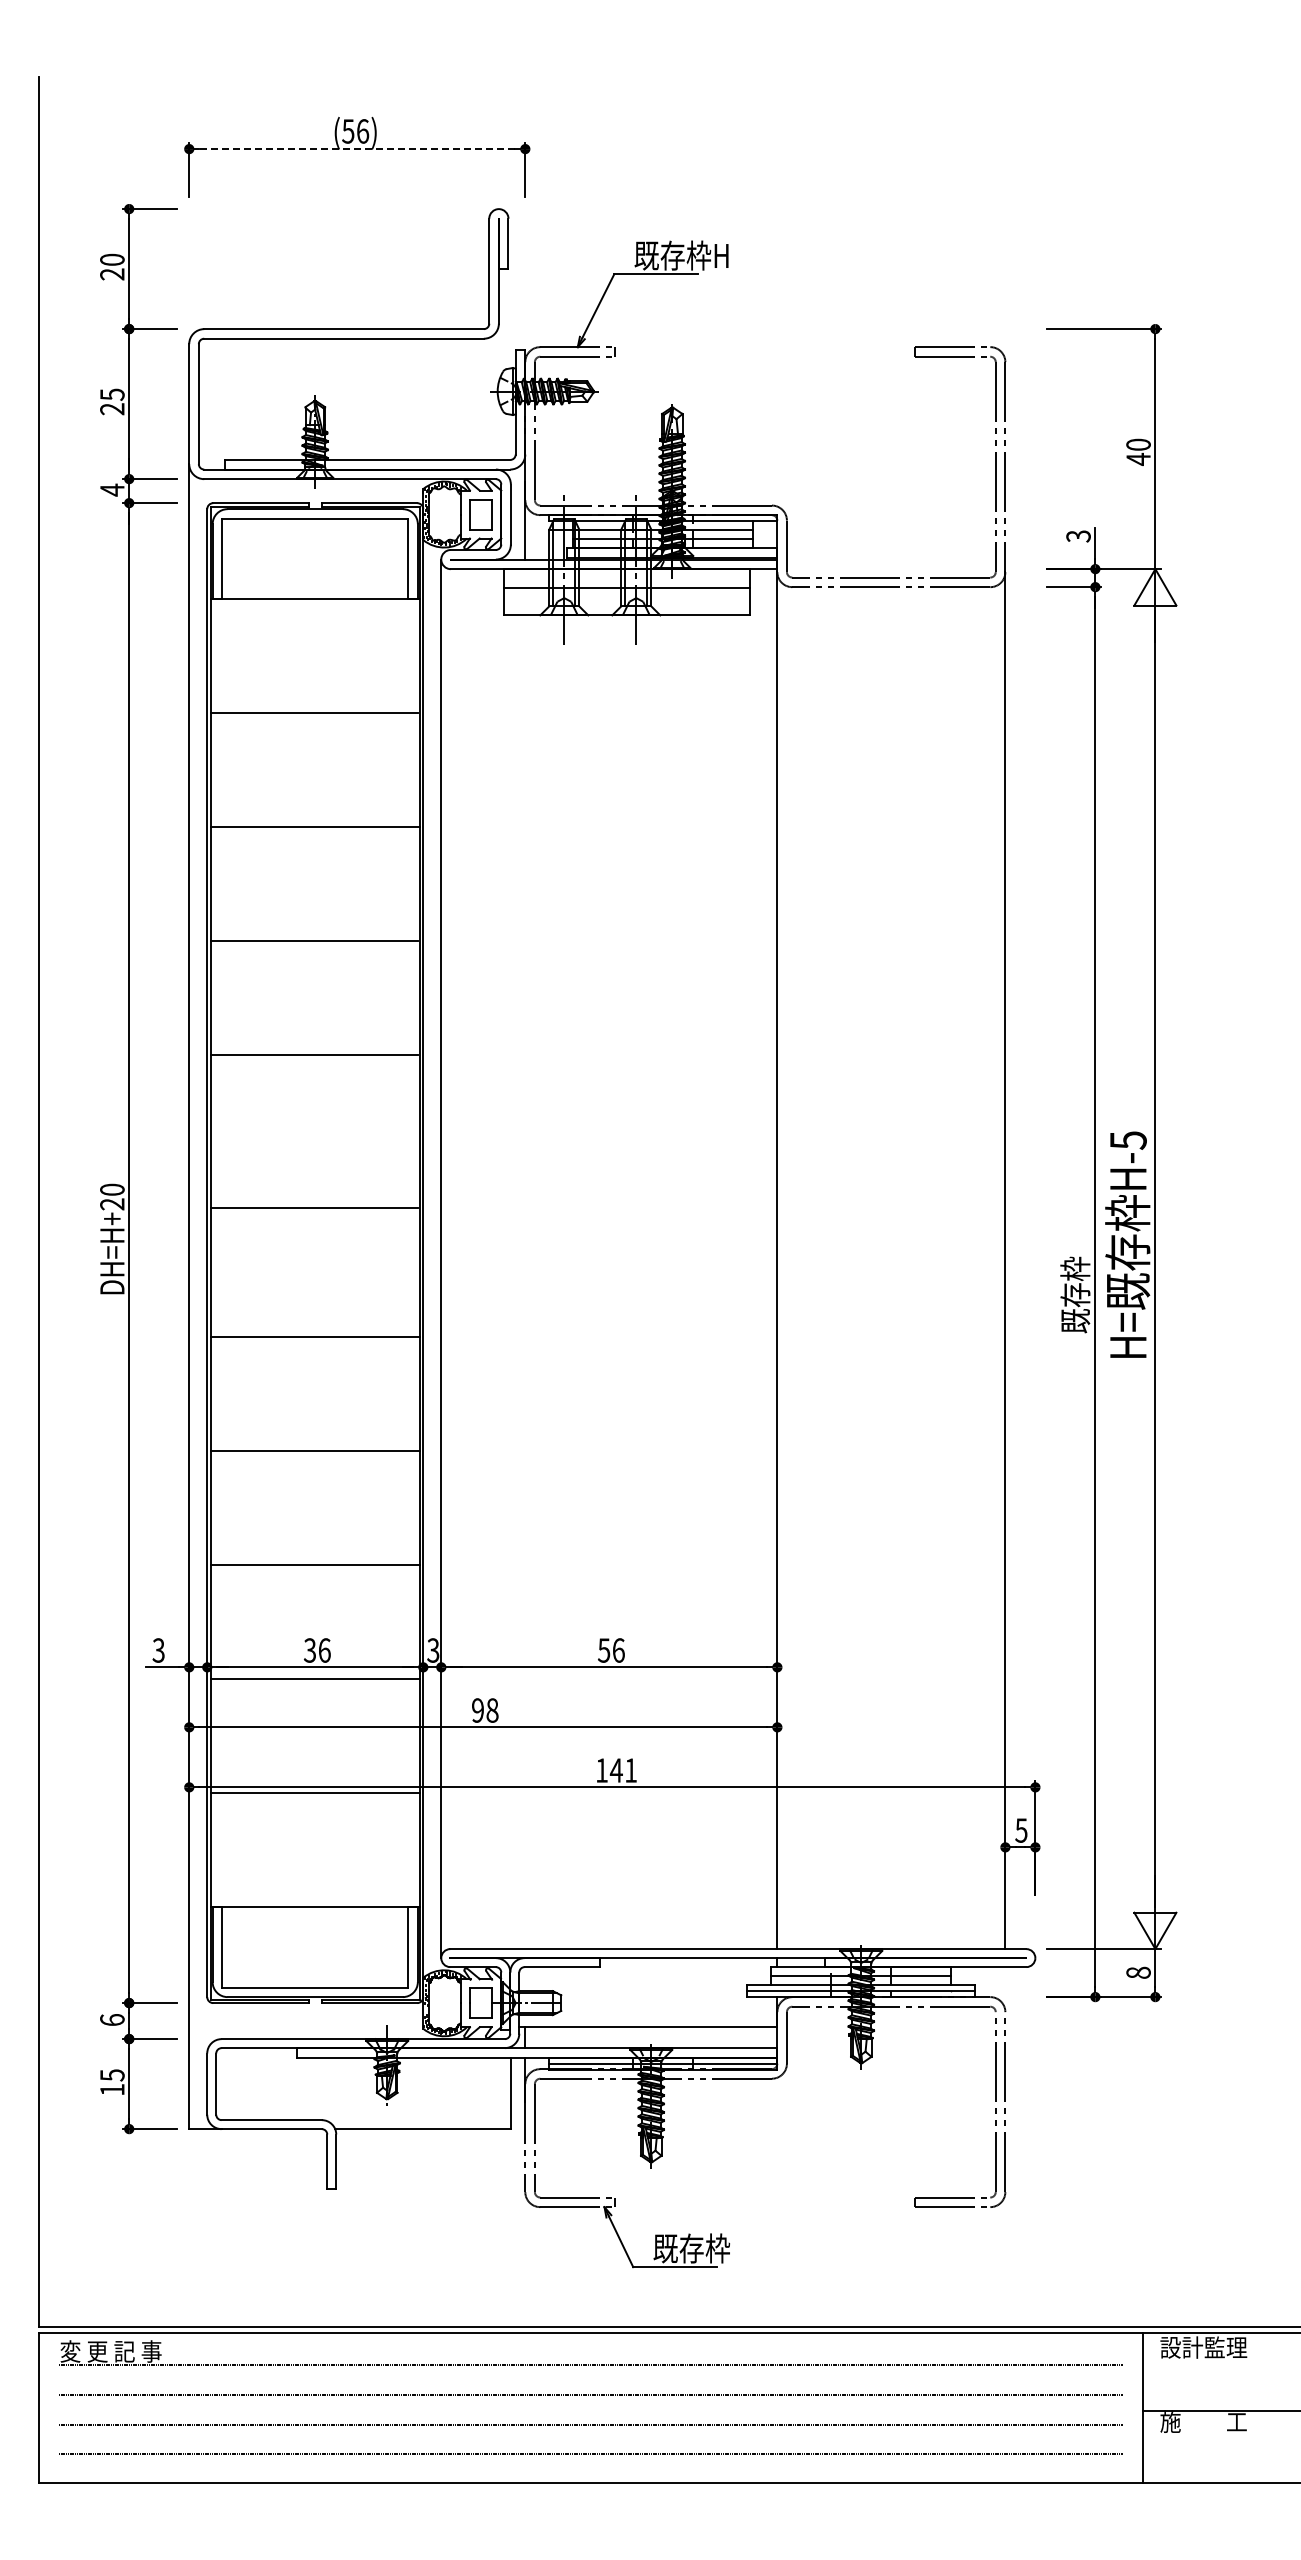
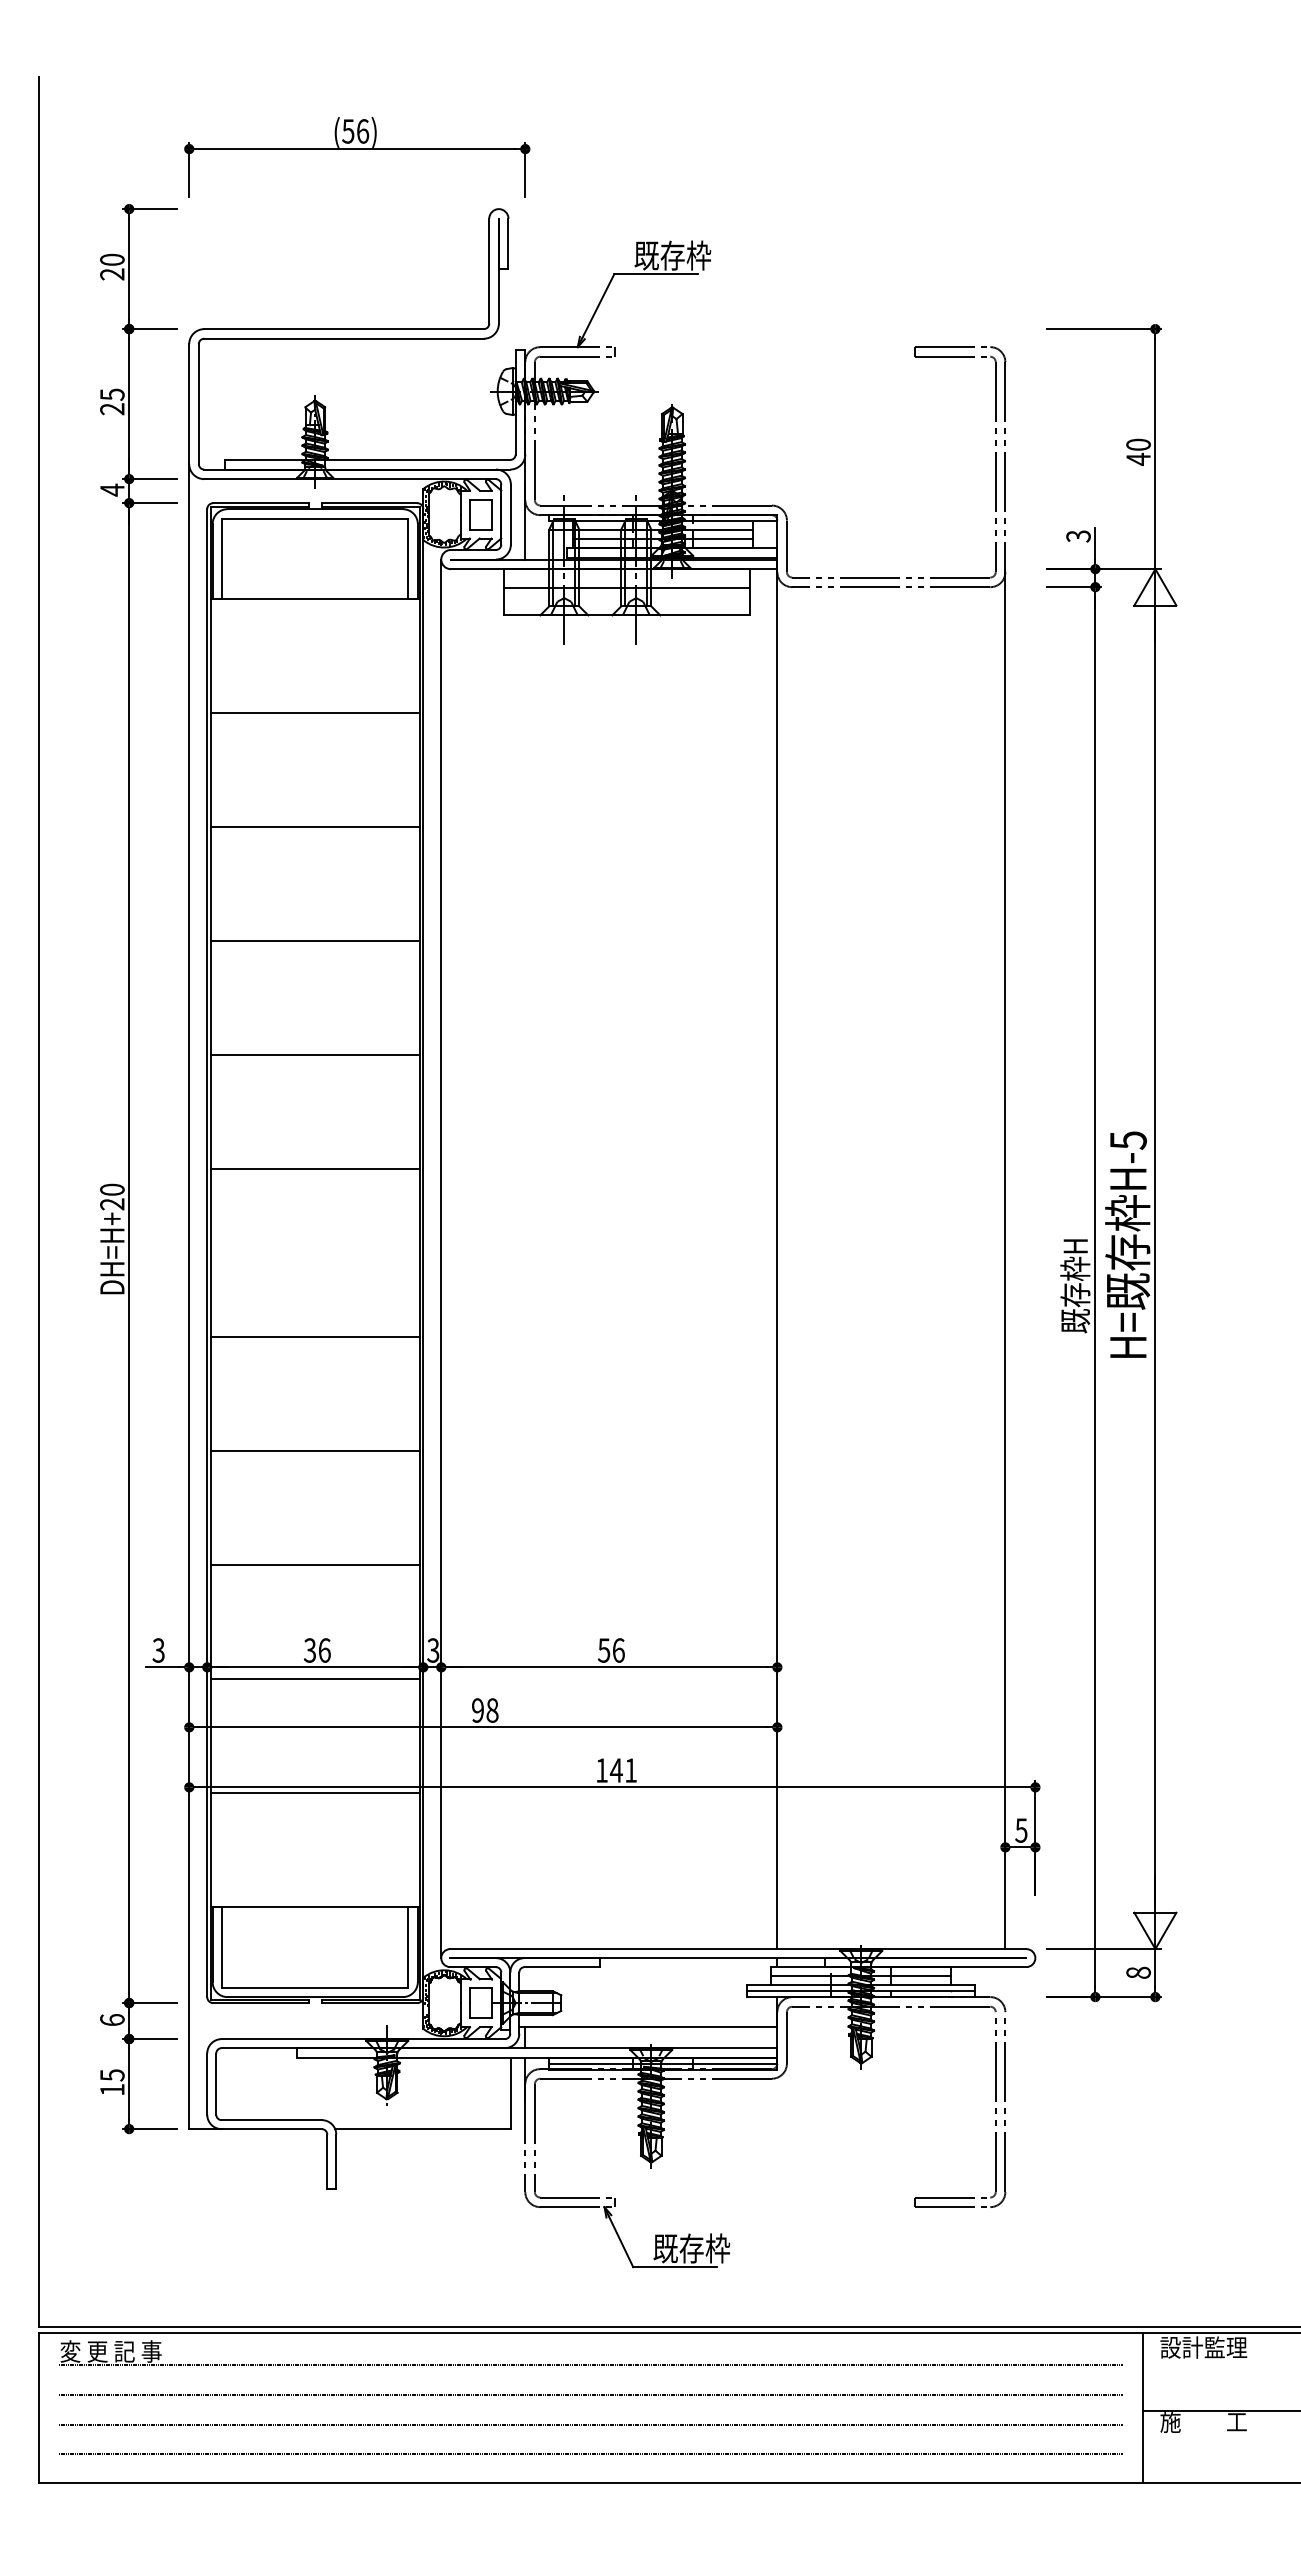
line at (357, 149): dashed -> solid
text at (721, 255): 既存枠H -> 既存枠
line at (313, 1208) position: (313, 1208) -> (313, 1169)
text at (1075, 1246): 既存枠 -> 既存枠H
